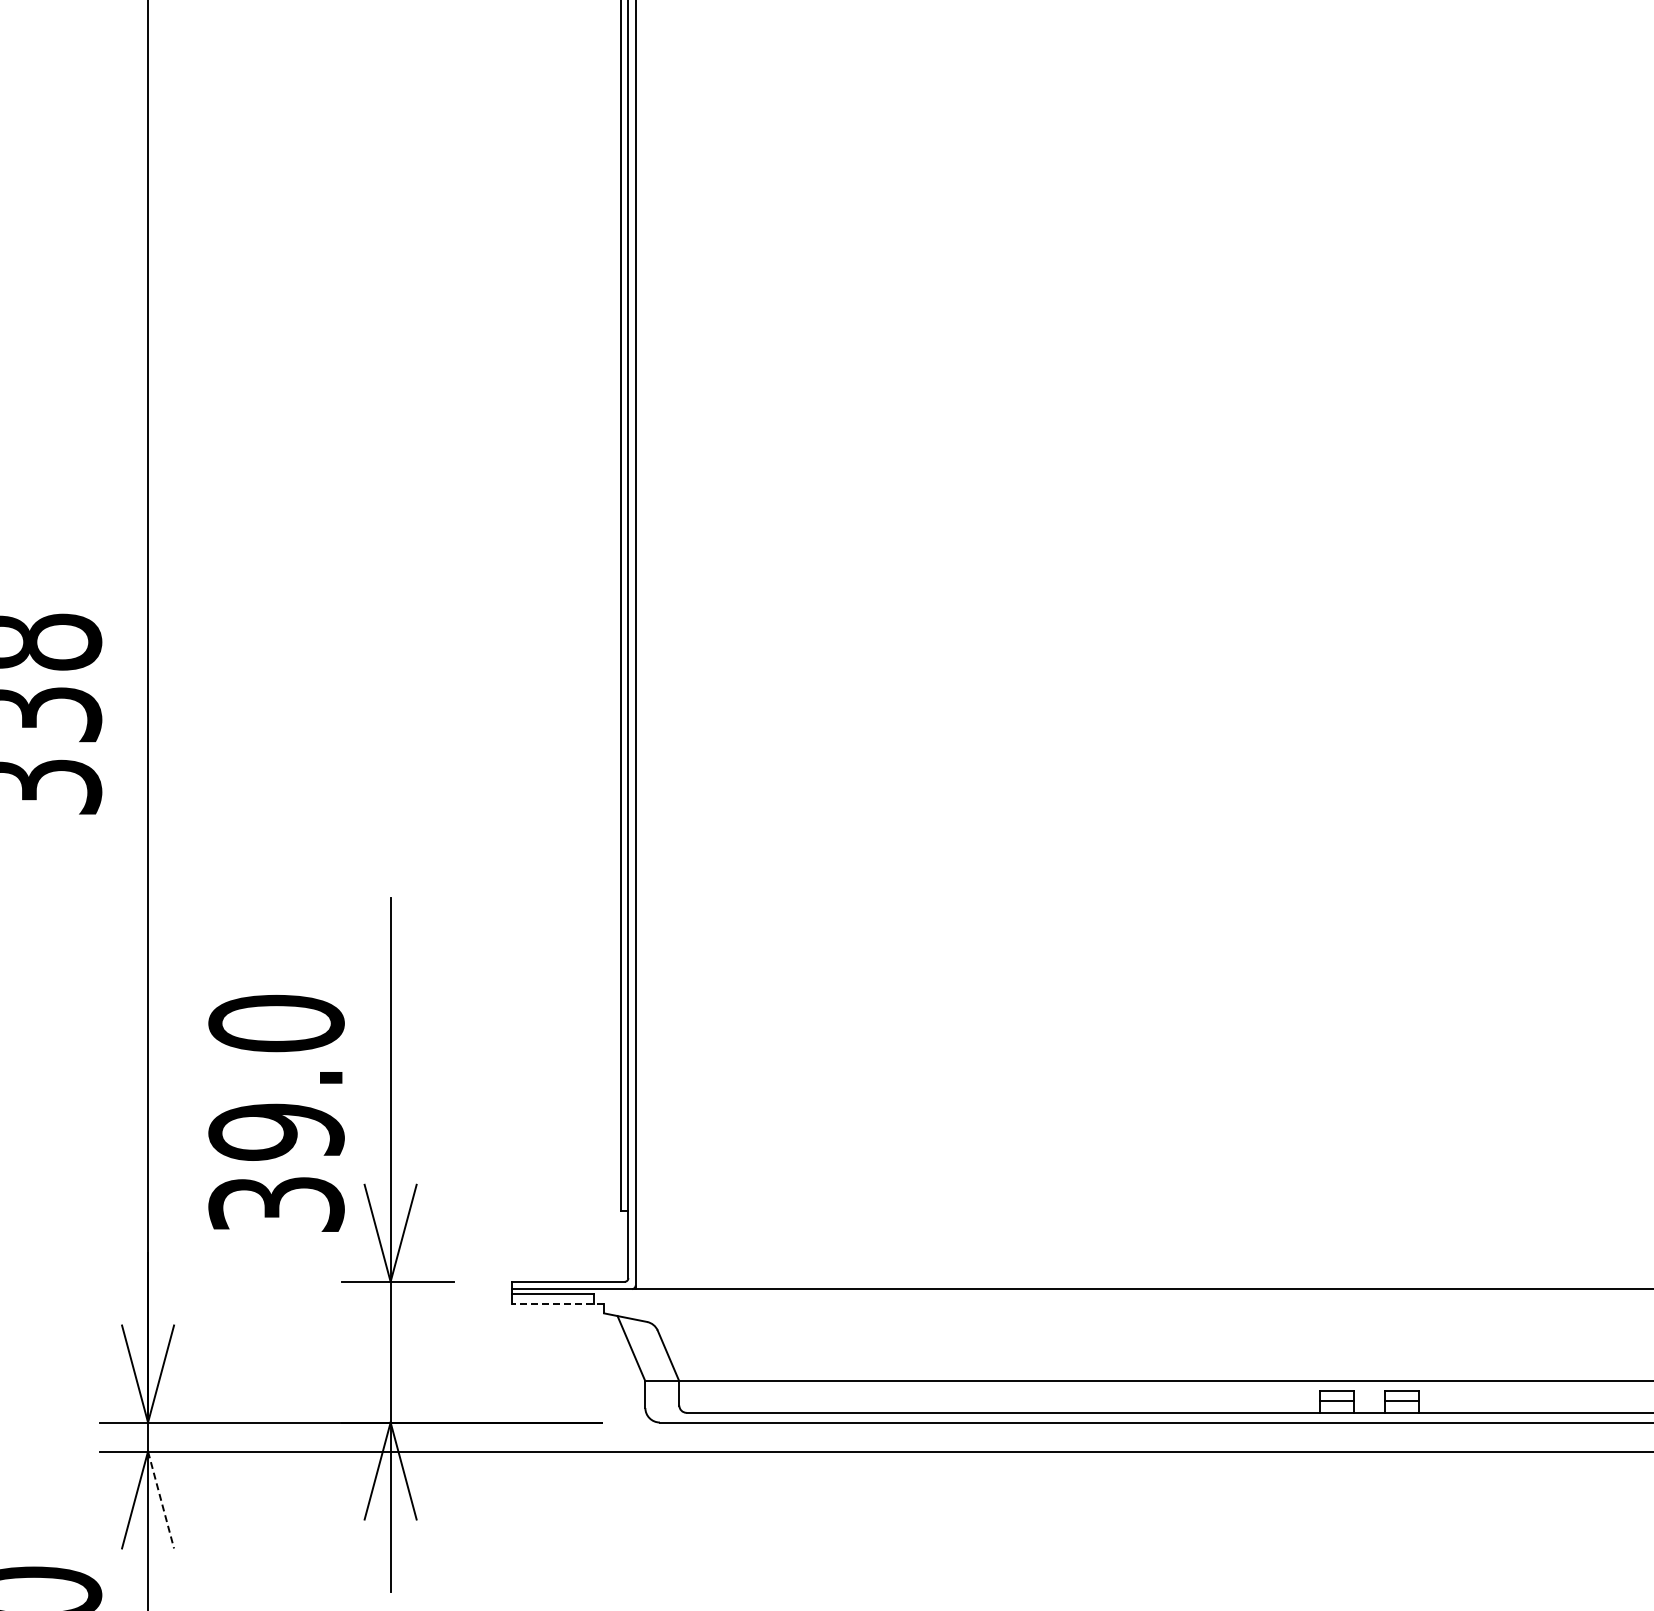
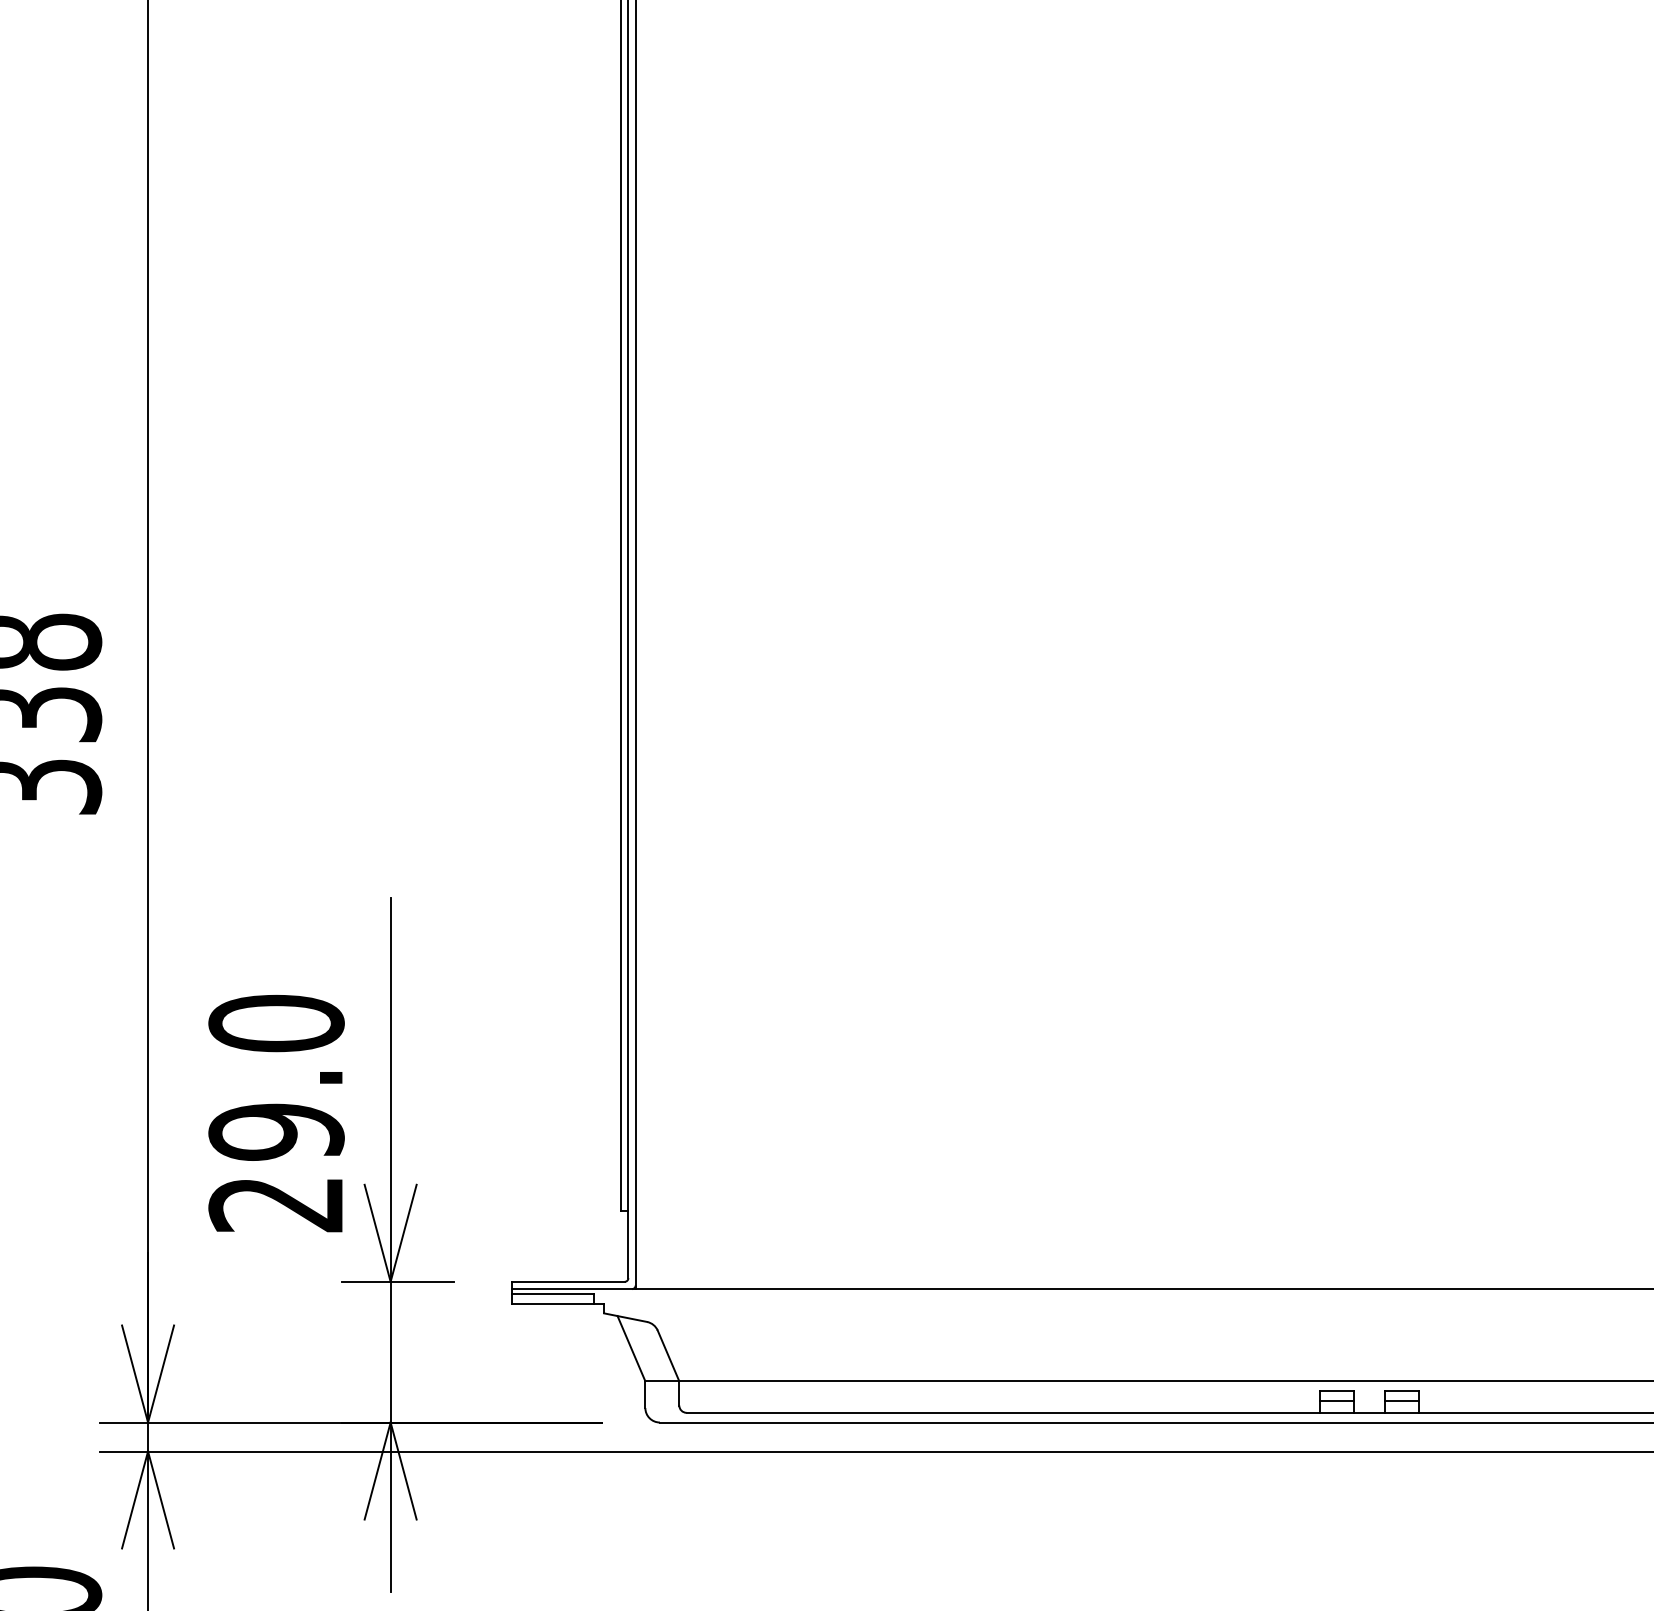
text at (276, 1204): 39.0 -> 29.0
line at (557, 1303): dashed -> solid
line at (161, 1500): dashed -> solid
